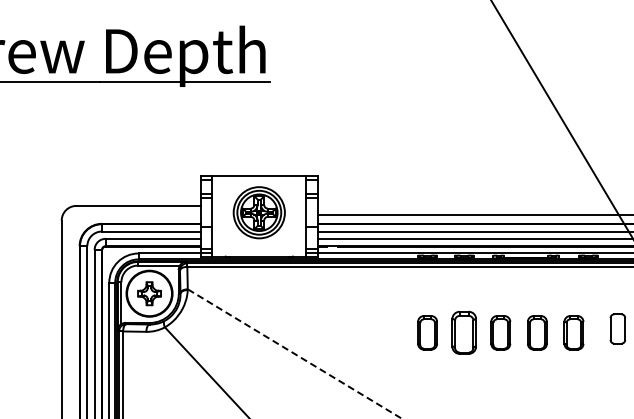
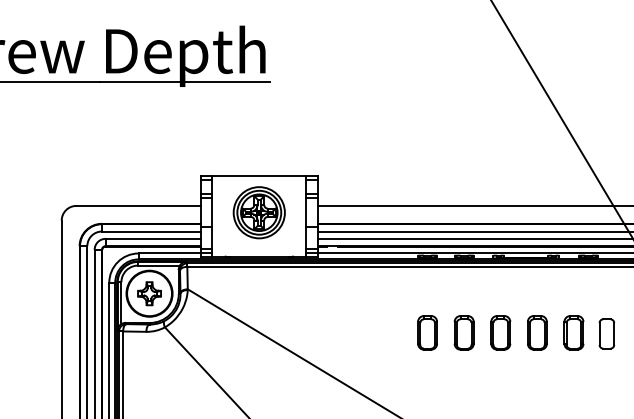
line at (473, 214) position: (473, 214) -> (473, 205)
part at (617, 328) position: (617, 328) -> (606, 333)
part at (463, 332) size: 26x45 px -> 22x36 px
line at (294, 353): dashed -> solid
